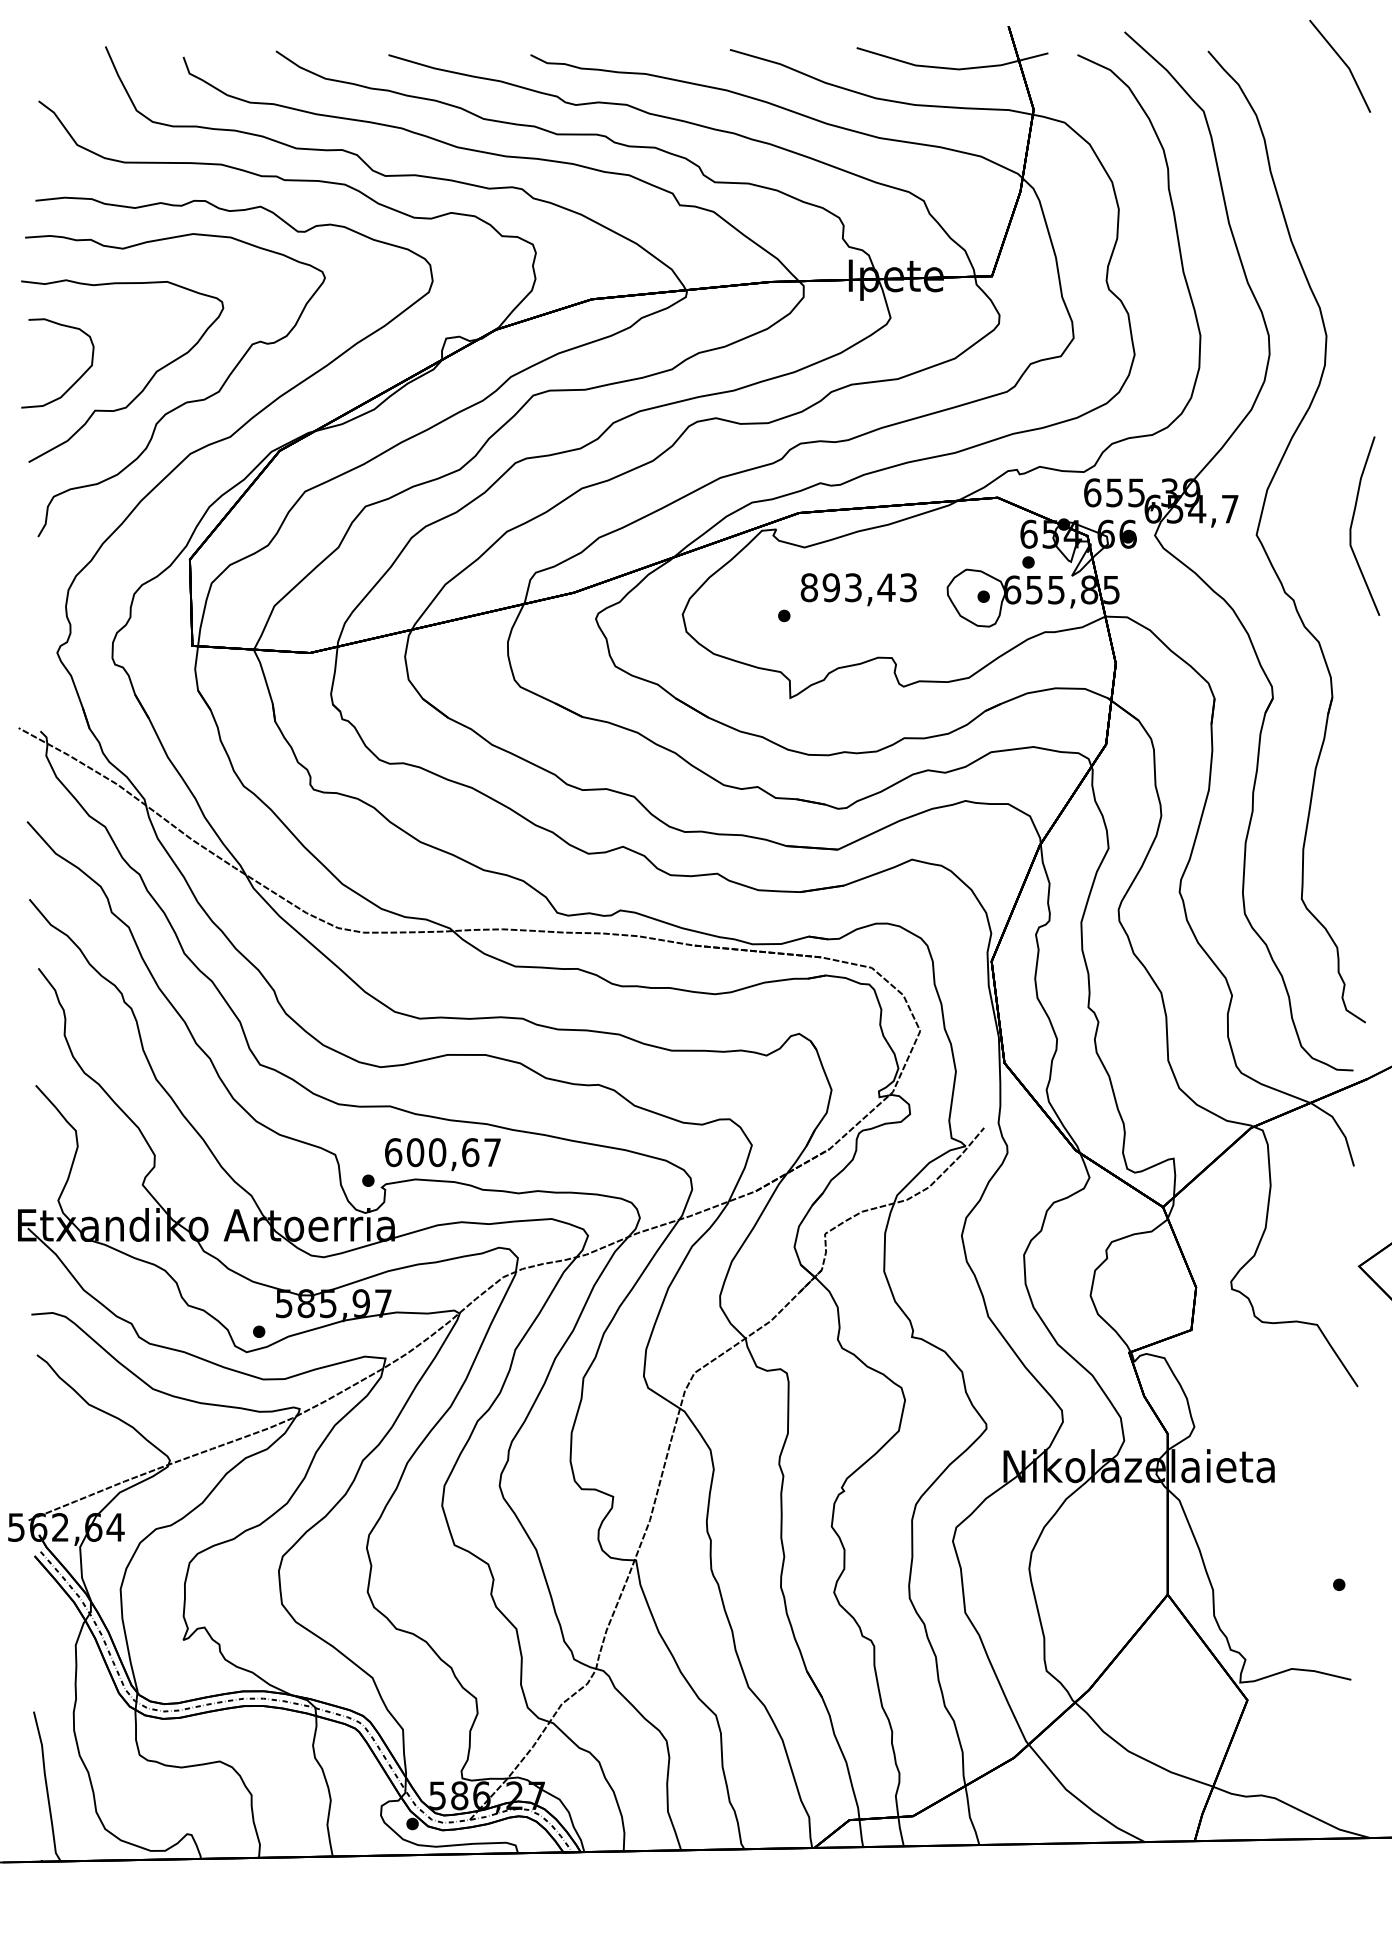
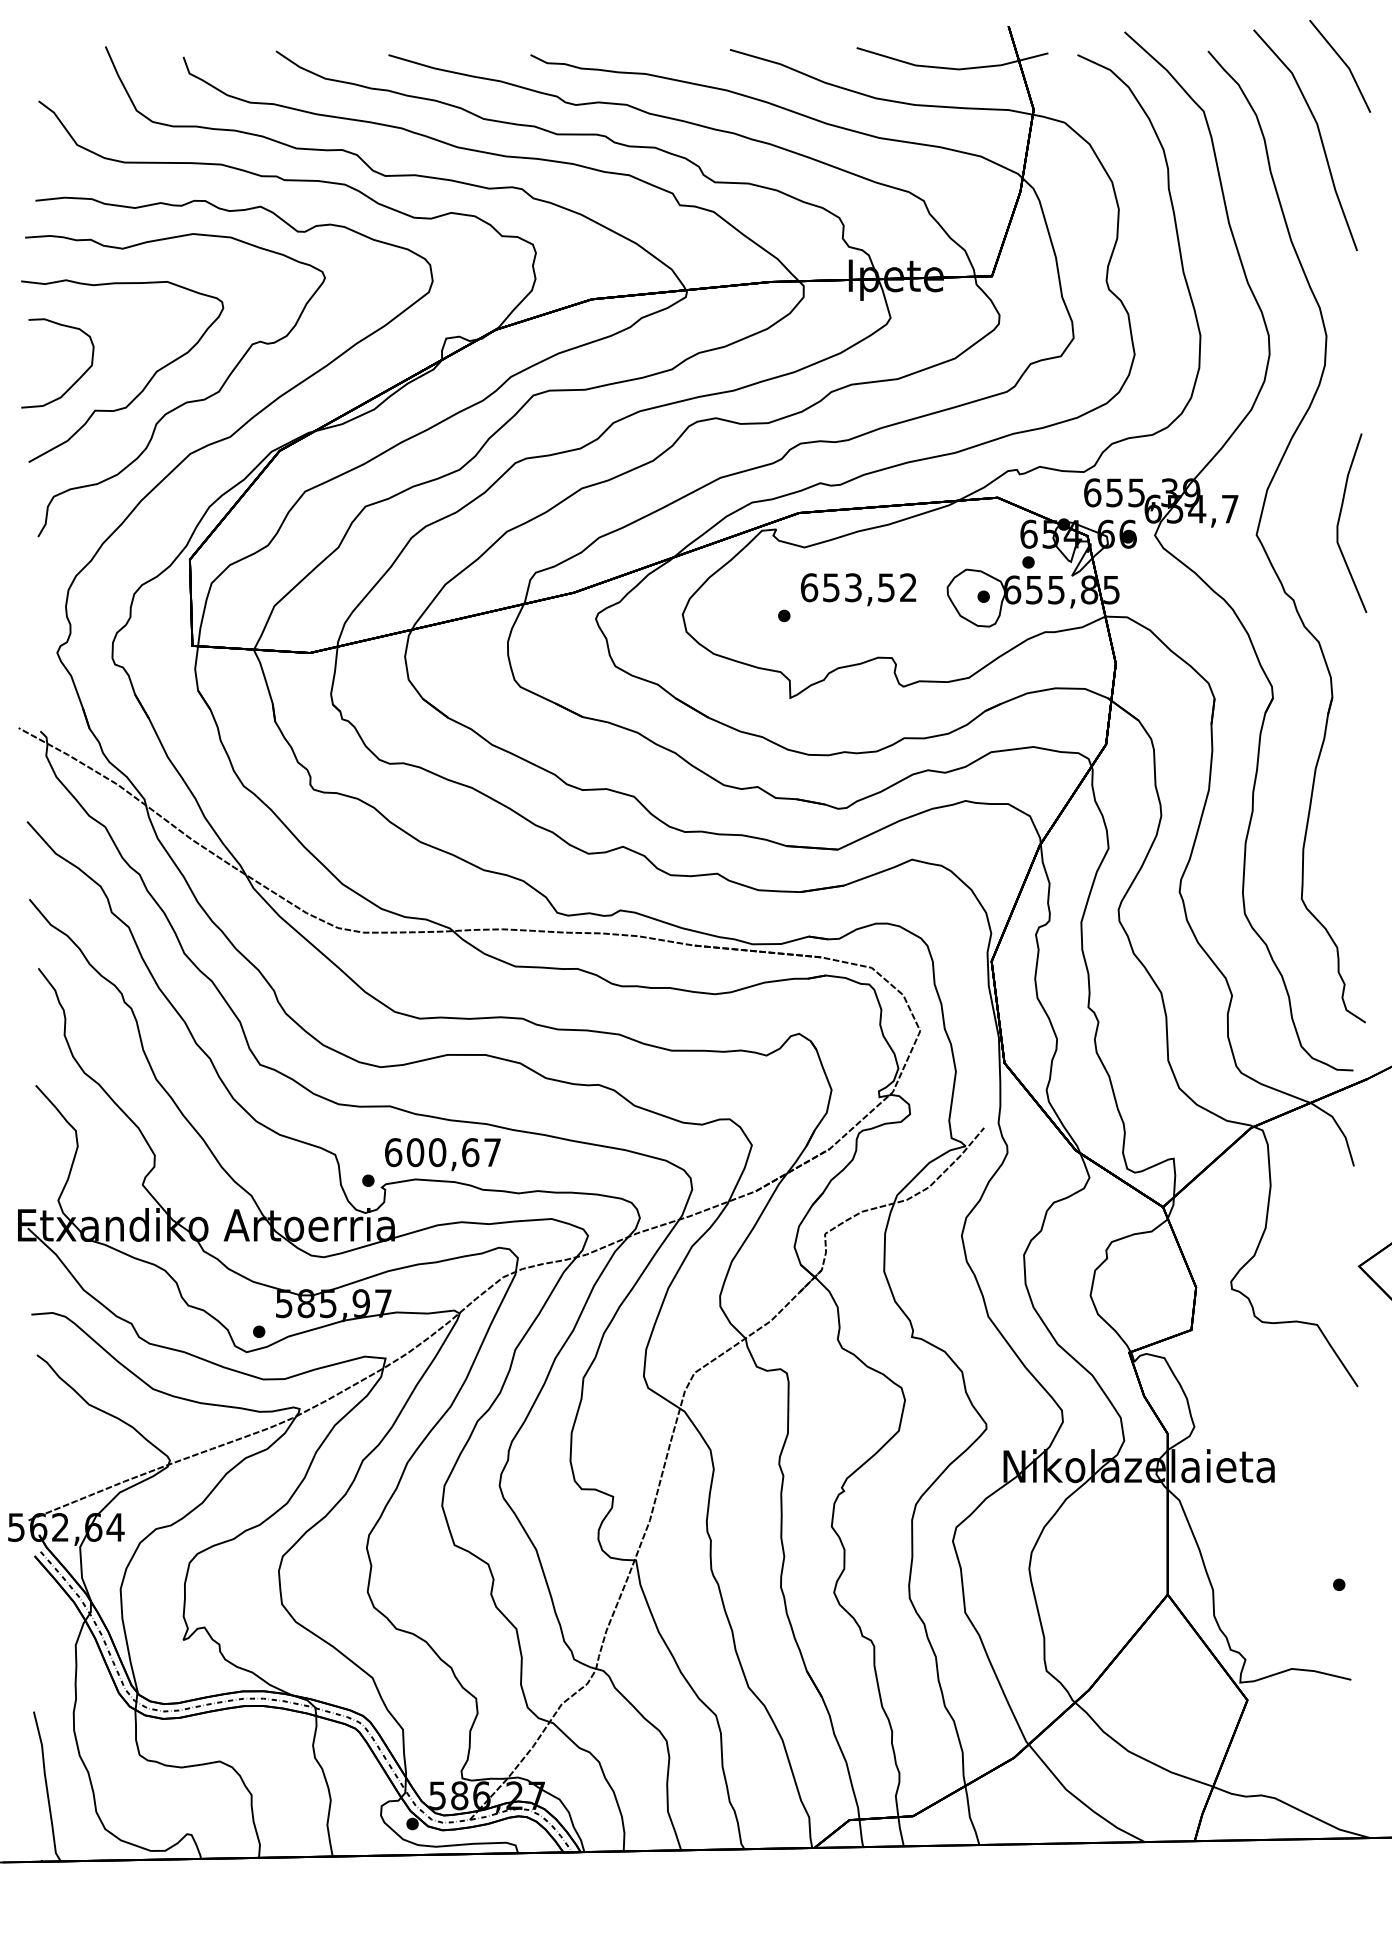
line at (1319, 136): none -> present
curve at (1353, 521) position: (1353, 521) -> (1340, 518)
text at (858, 587): 893,43 -> 653,52
